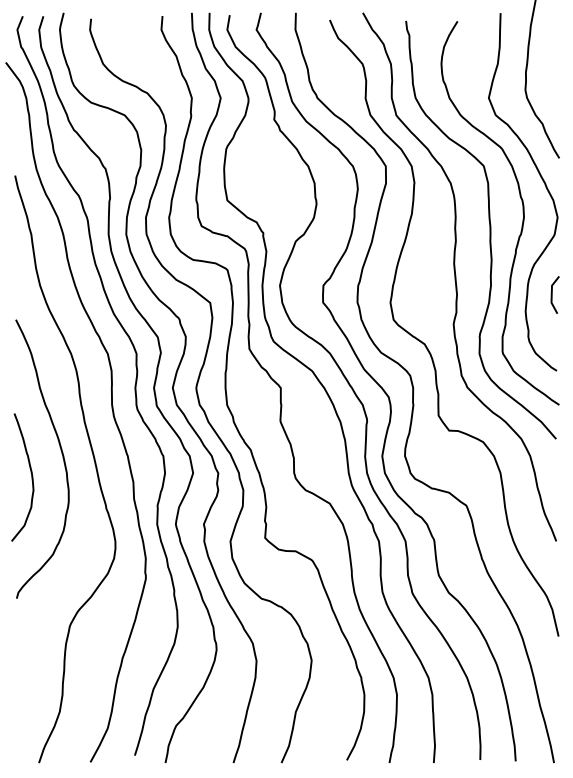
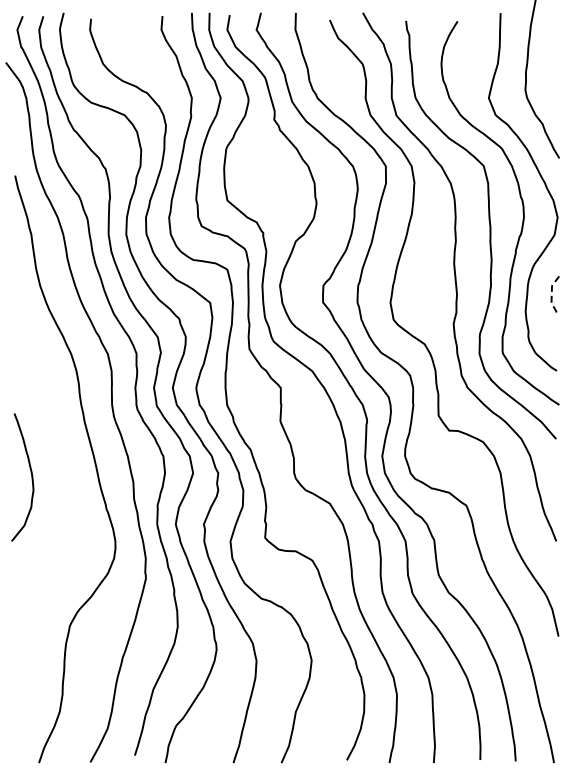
line at (551, 295): solid -> dashed
curve at (61, 454): present -> none
